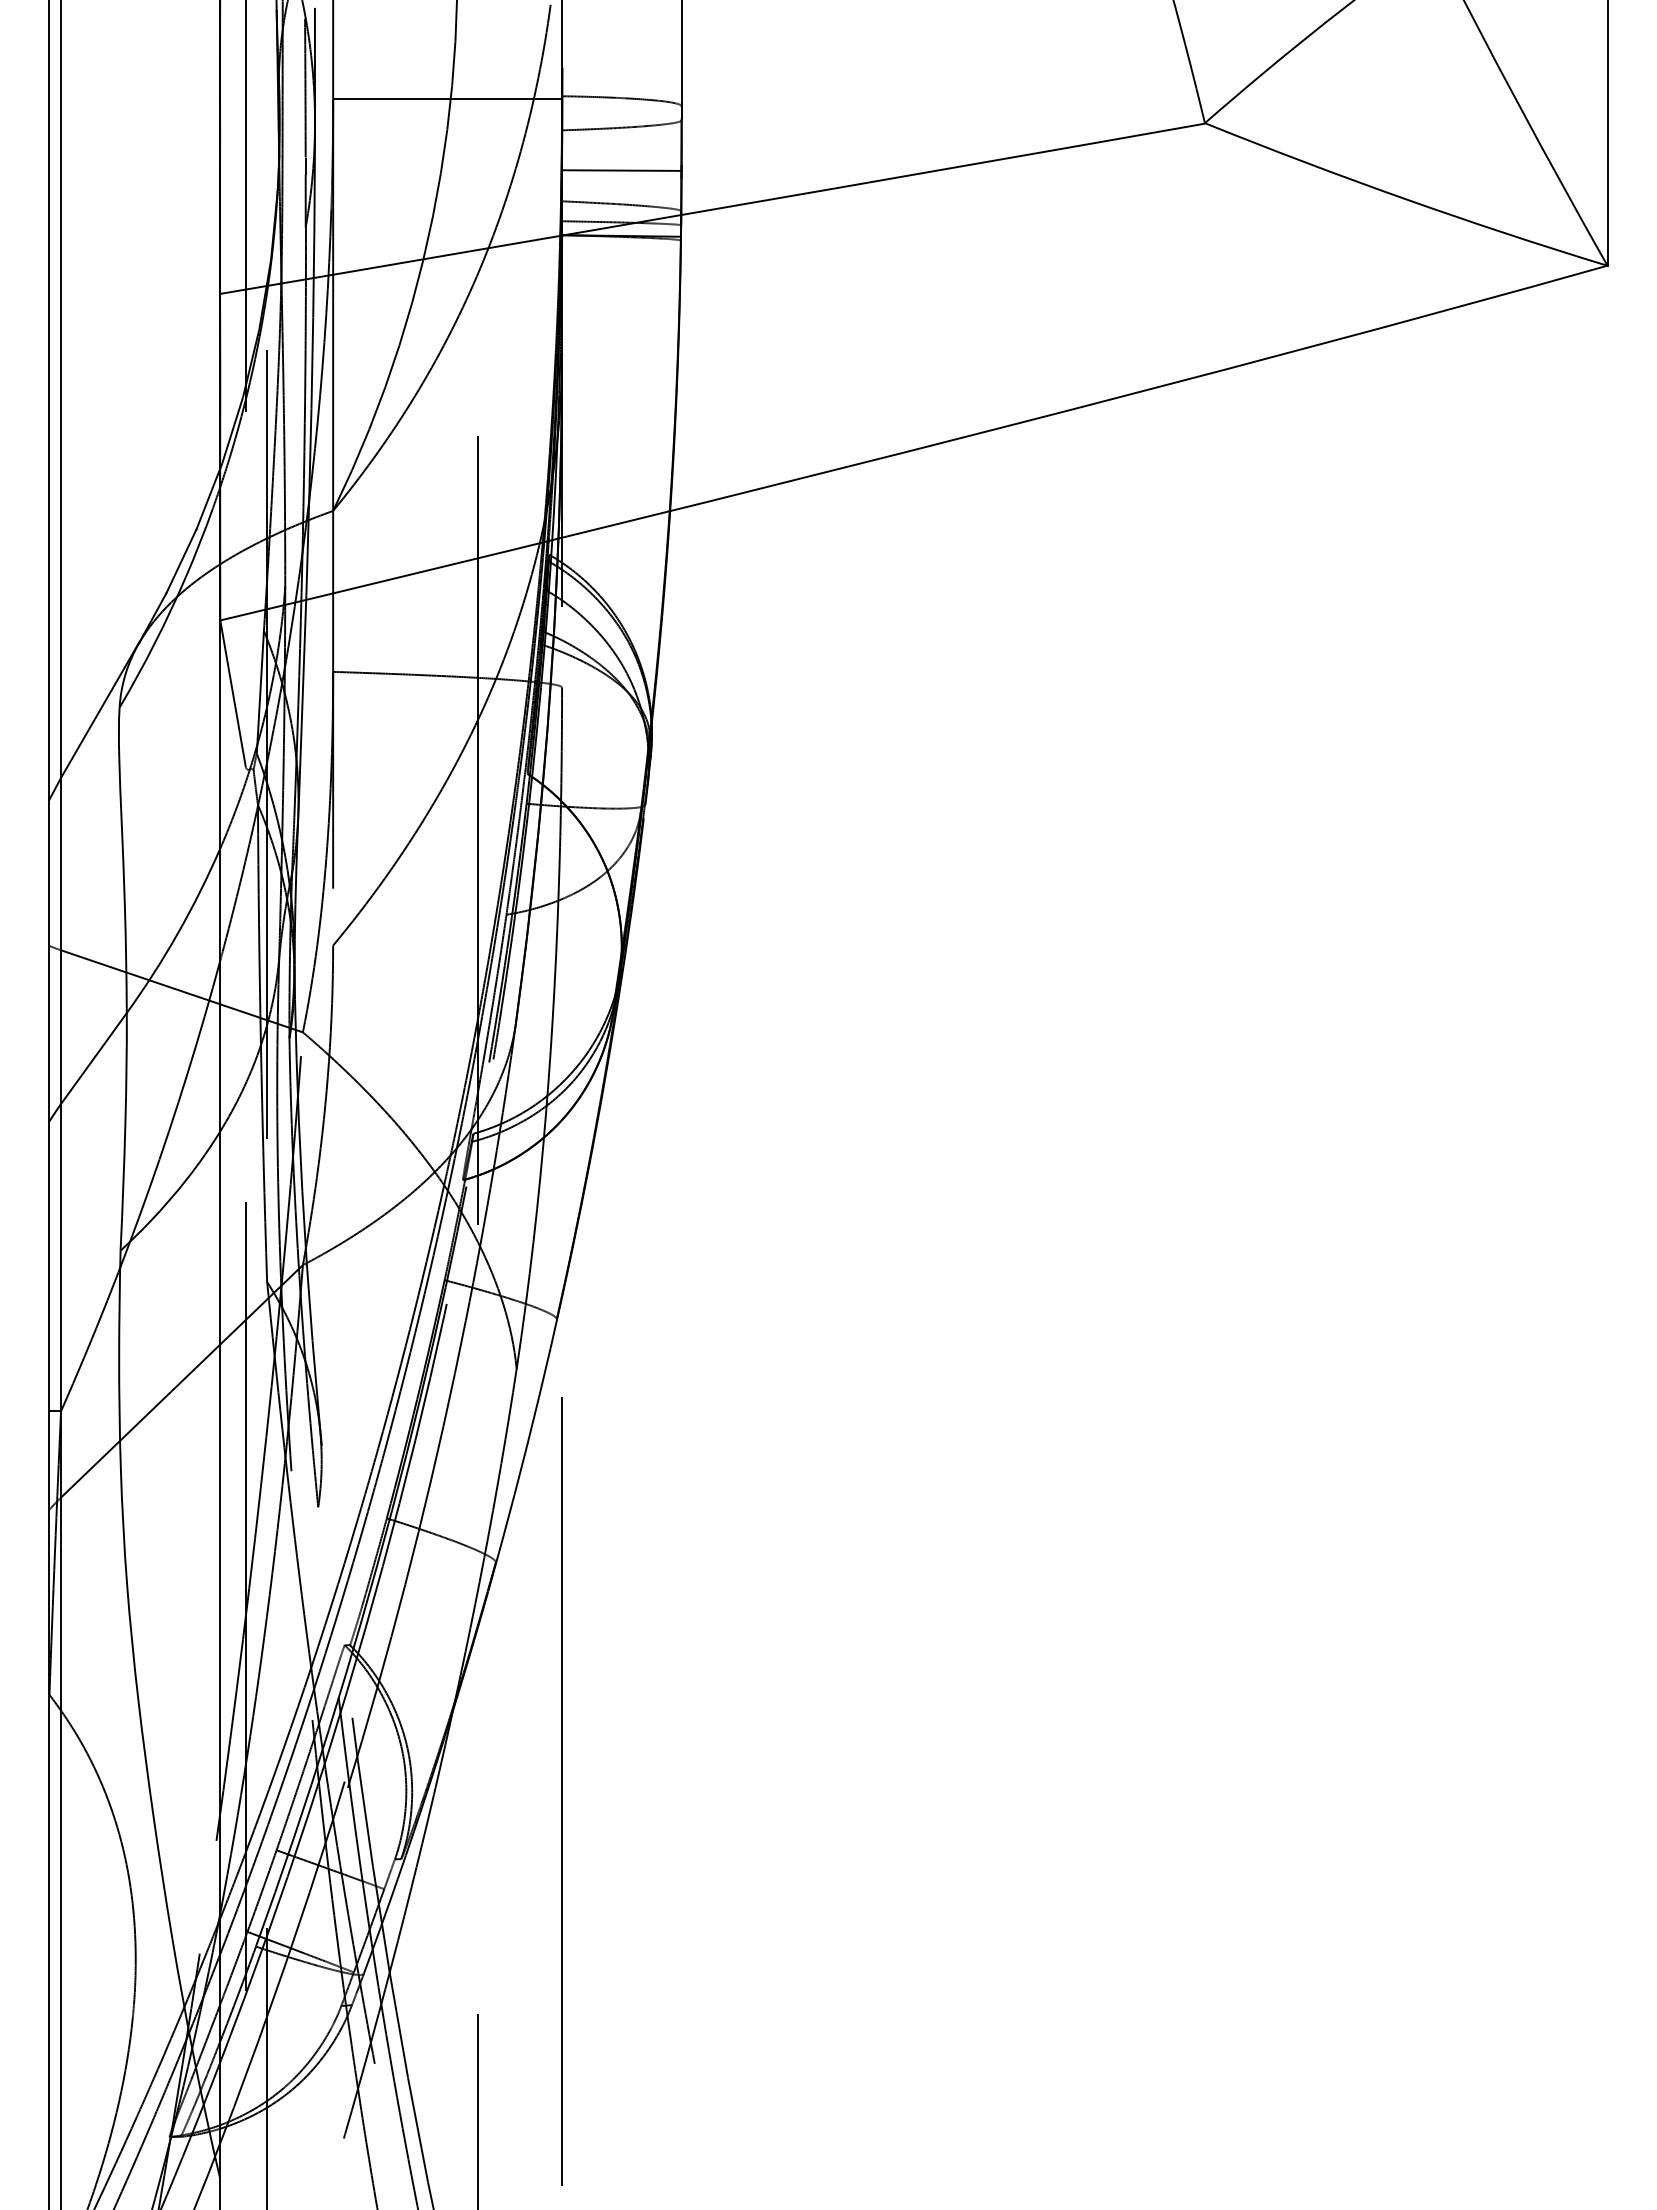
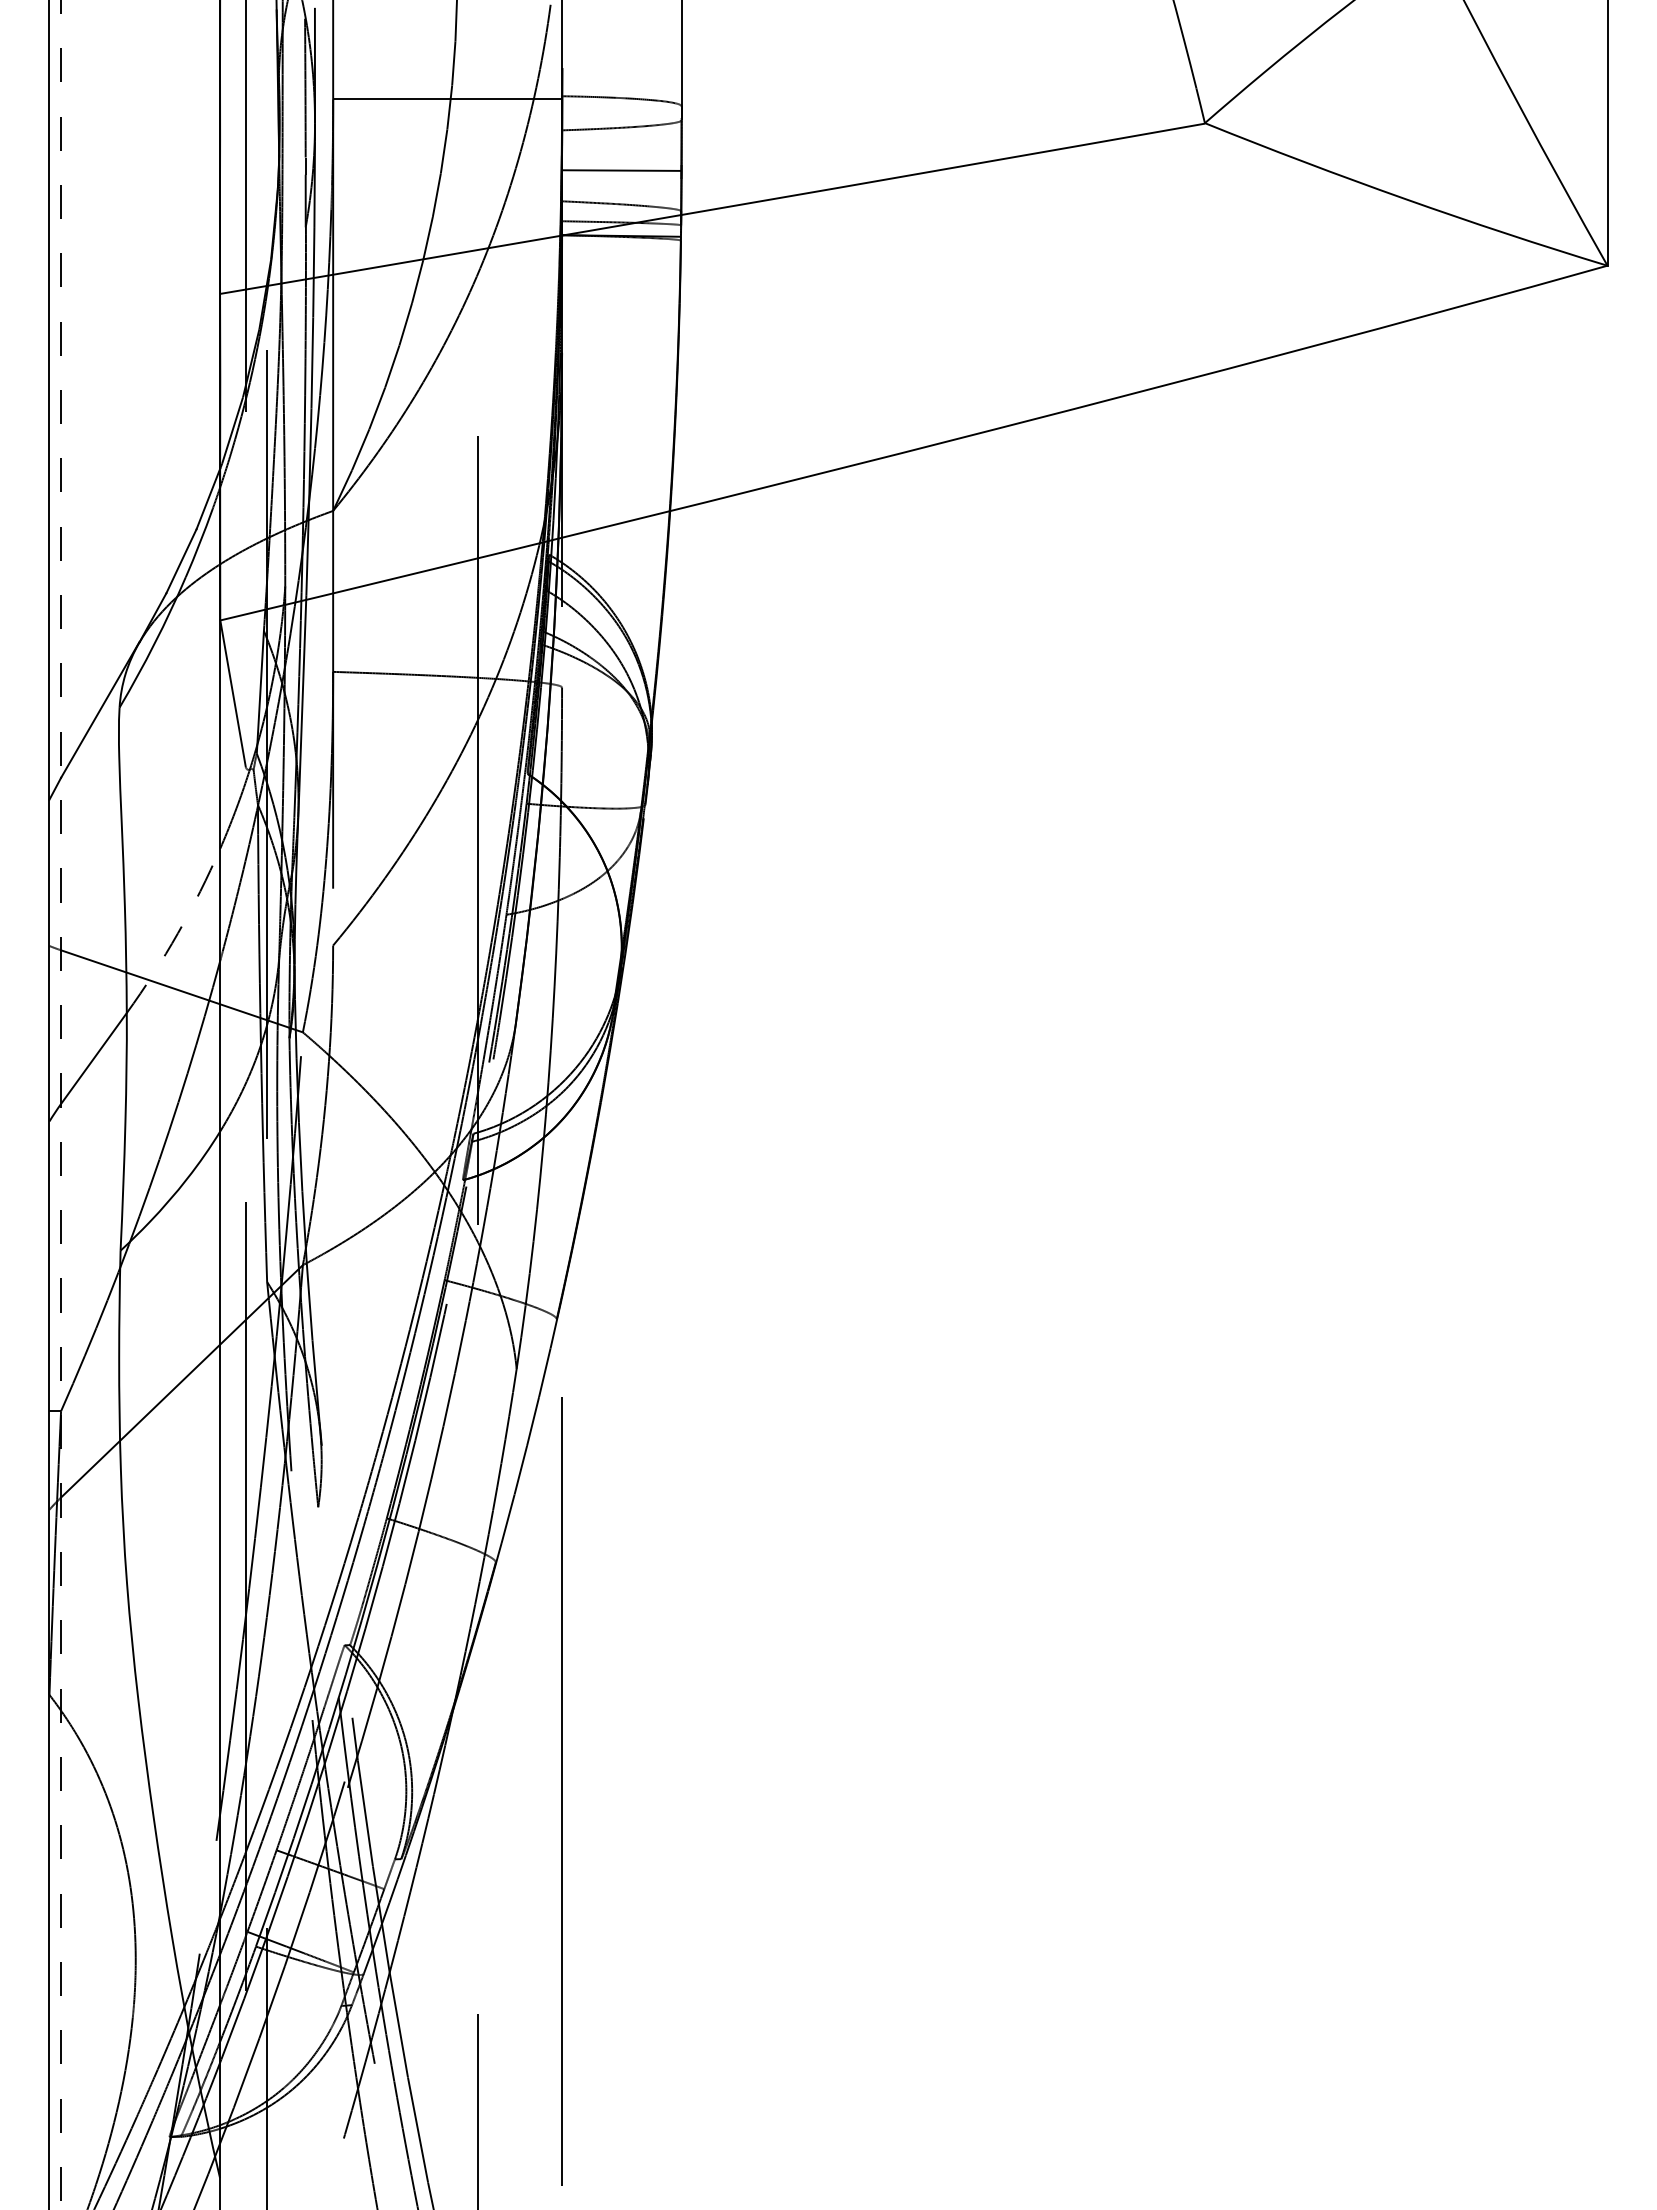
arc at (177, 933): solid -> dashed
line at (61, 1105): solid -> dashed
